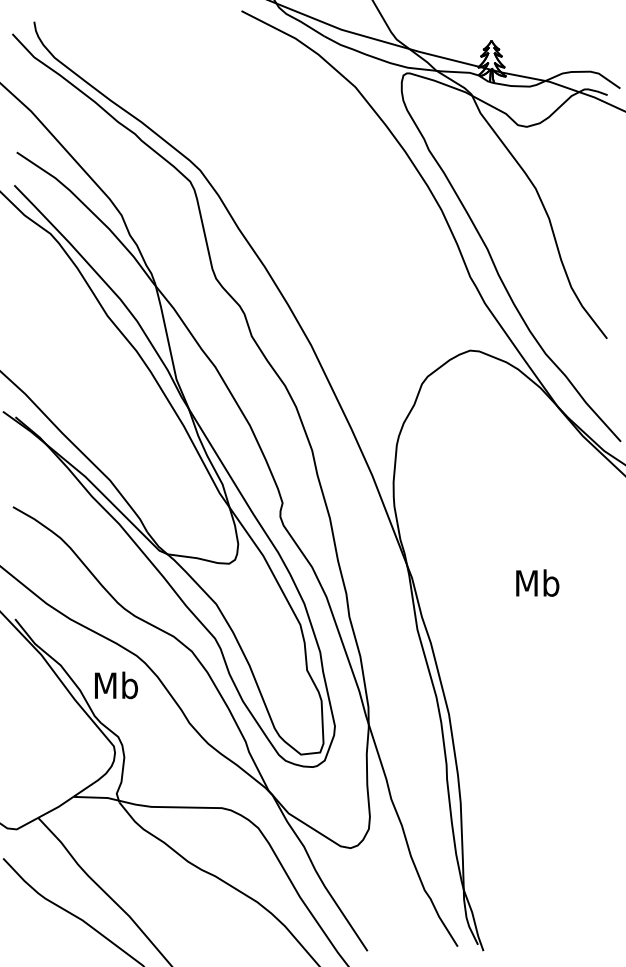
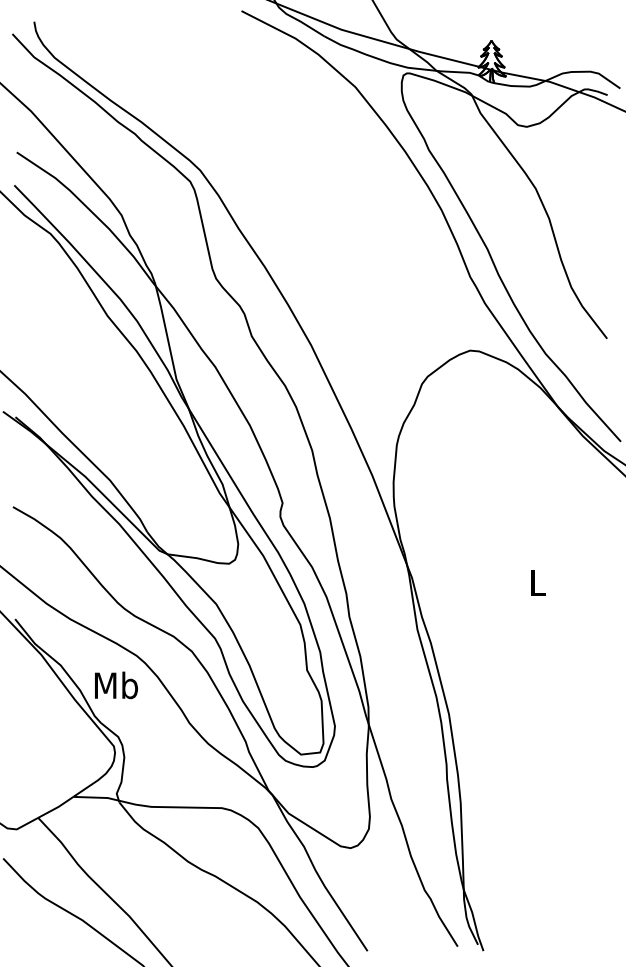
text at (537, 582): Mb -> L
